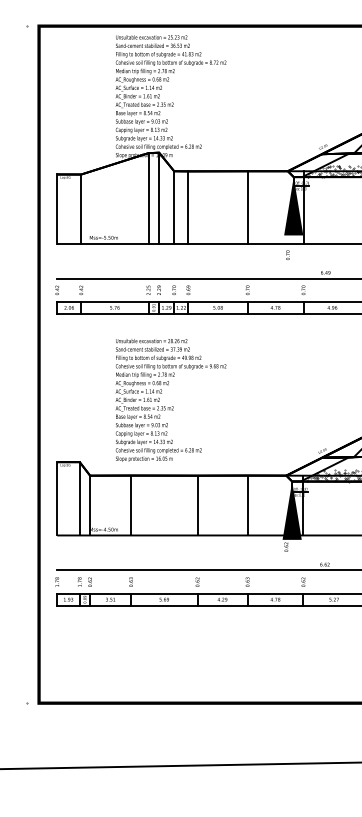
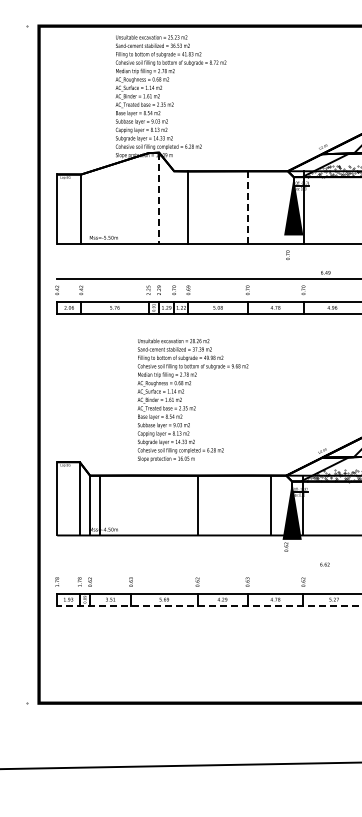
line at (148, 198): present -> none
line at (159, 198): solid -> dashed
line at (174, 207): present -> none
line at (247, 207): solid -> dashed
text at (170, 400) position: (170, 400) -> (192, 400)
line at (131, 505) position: (131, 505) -> (100, 505)
line at (247, 505) position: (247, 505) -> (270, 505)
line at (207, 570): present -> none
line at (209, 605): solid -> dashed
